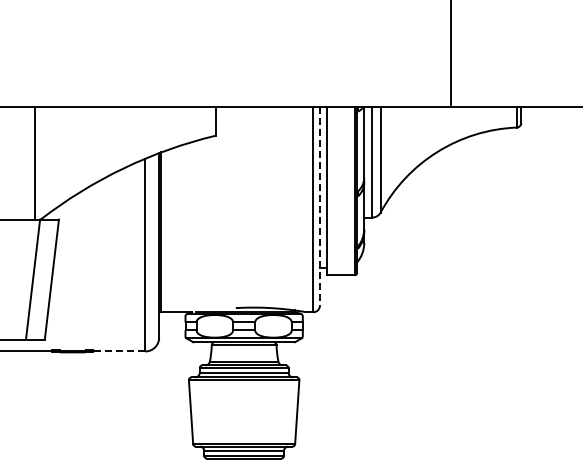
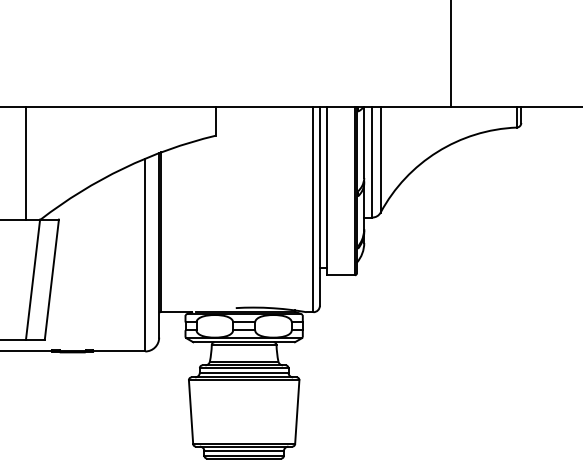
line at (35, 162) position: (35, 162) -> (26, 162)
line at (319, 206): dashed -> solid
line at (118, 351): dashed -> solid
